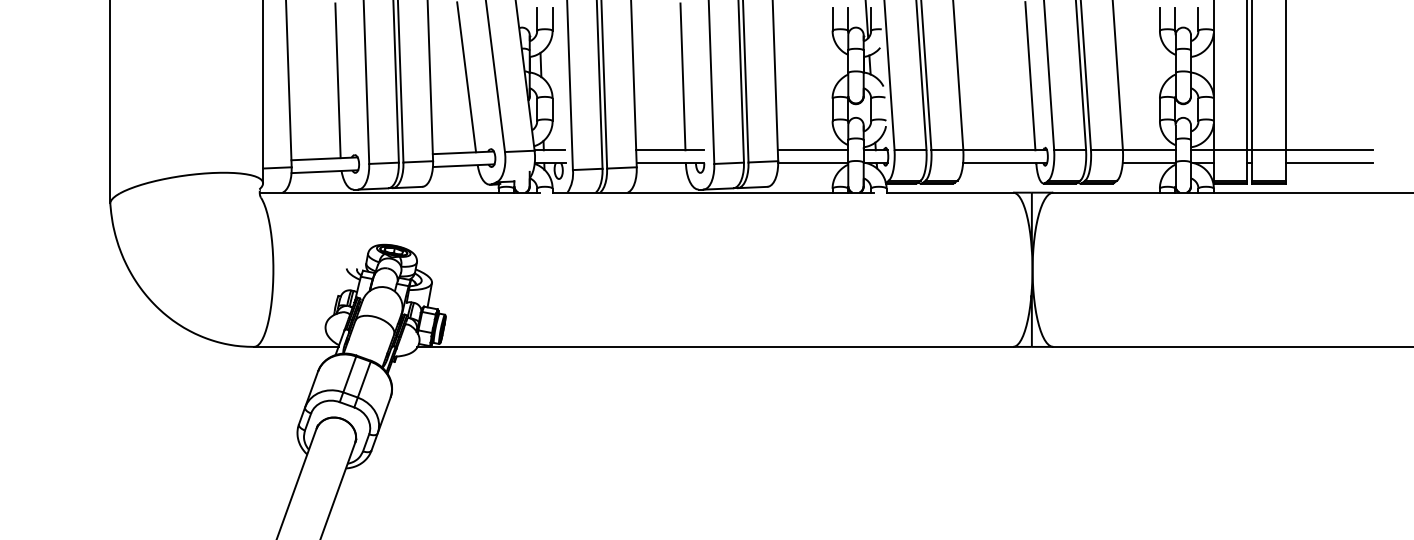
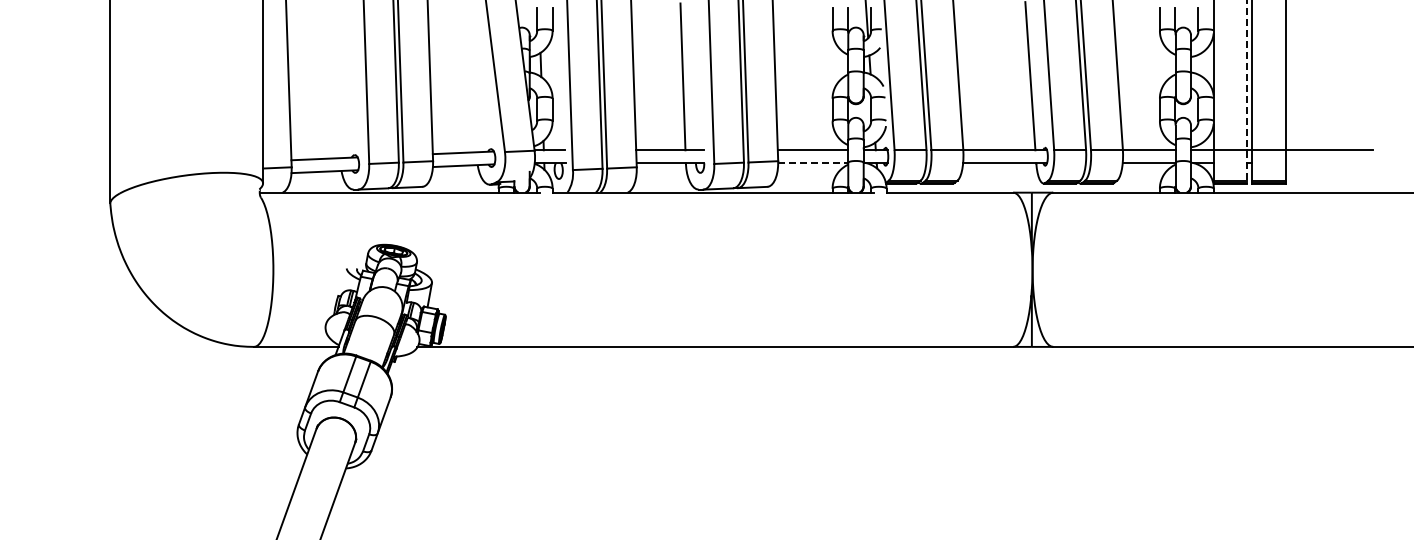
line at (466, 77): present -> none
line at (337, 80): present -> none
line at (1247, 92): solid -> dashed
line at (813, 163): solid -> dashed
line at (1329, 163): present -> none
